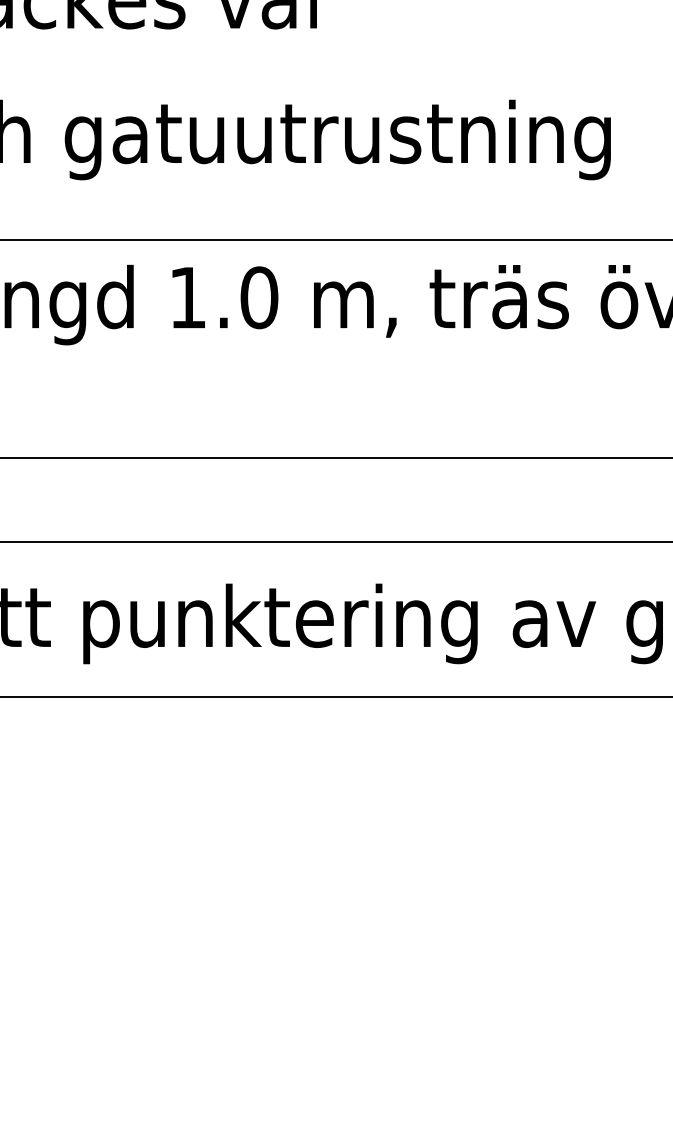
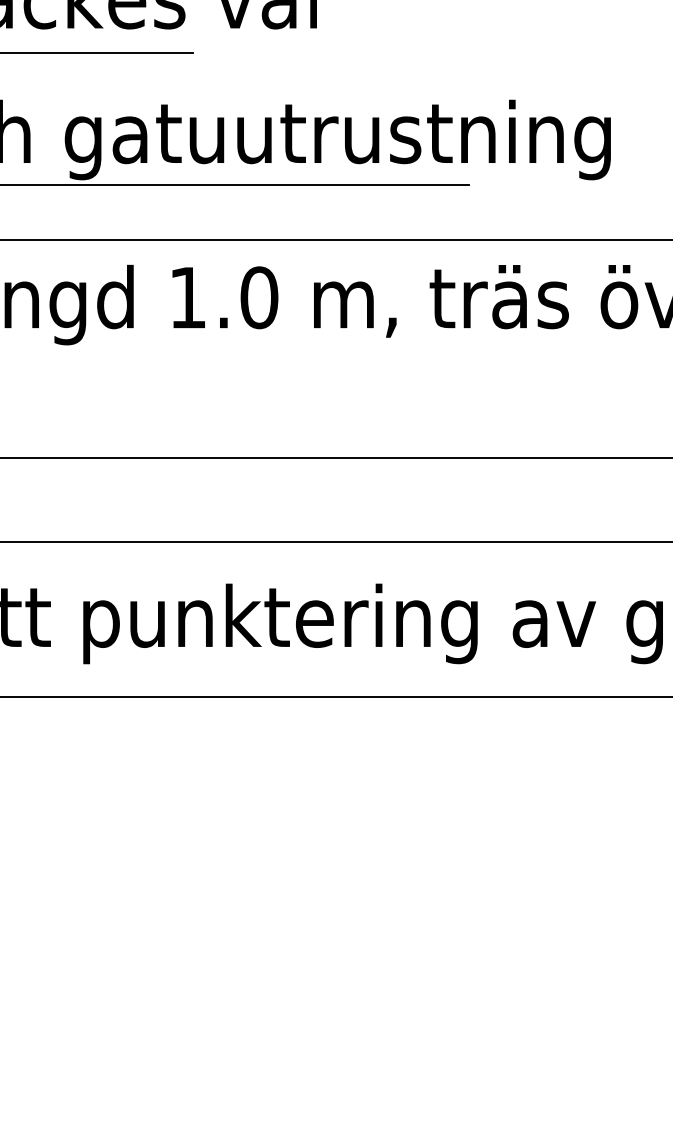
line at (97, 52): none -> present
line at (235, 184): none -> present
